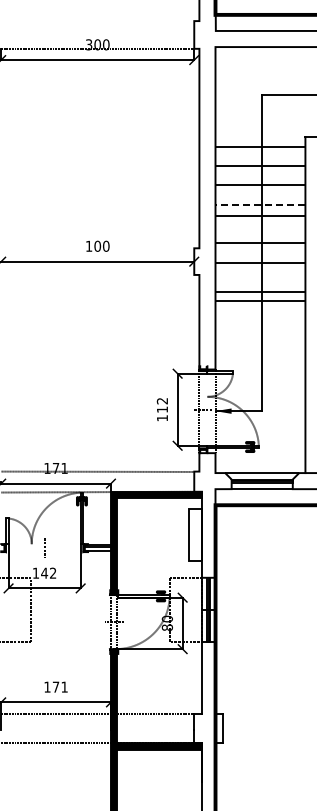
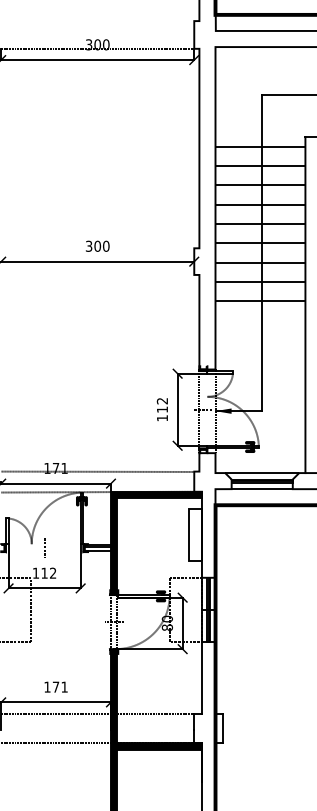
line at (260, 204): dashed -> solid
line at (260, 216) position: (260, 216) -> (260, 224)
text at (88, 245): 100 -> 300
line at (260, 291) position: (260, 291) -> (260, 281)
text at (44, 572): 142 -> 112
